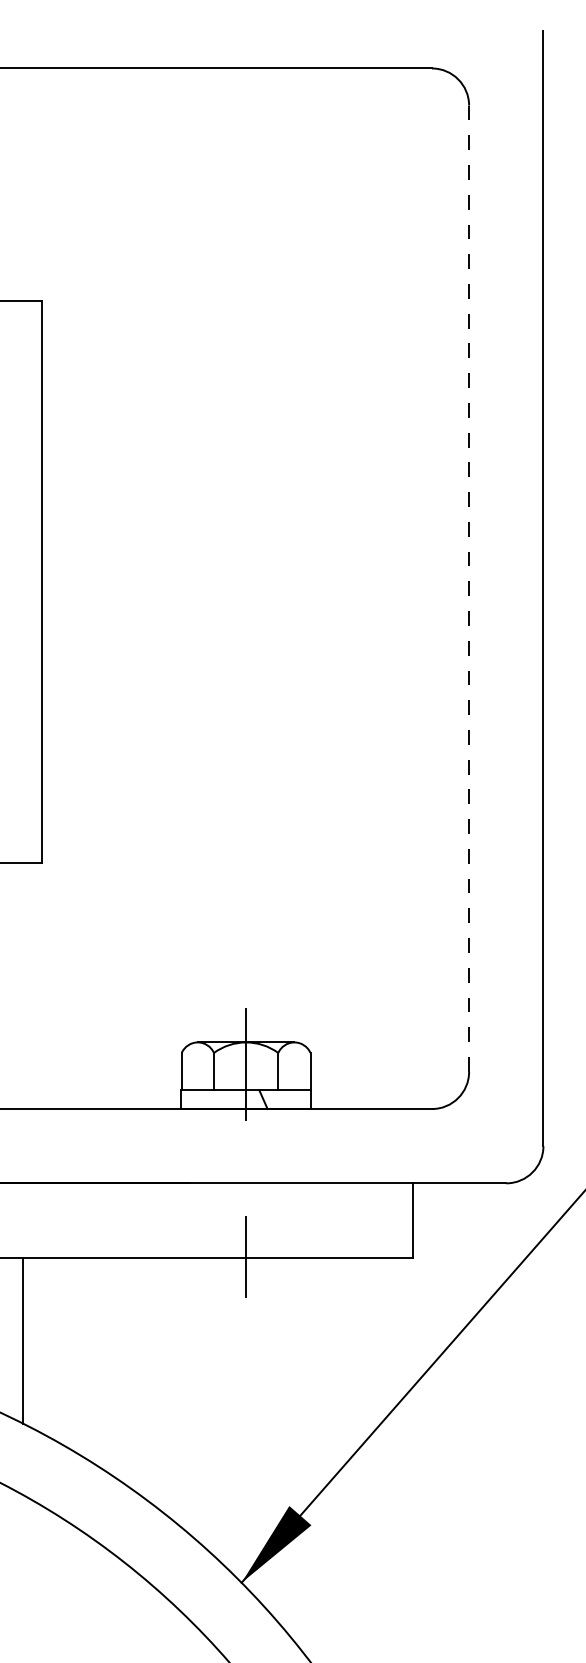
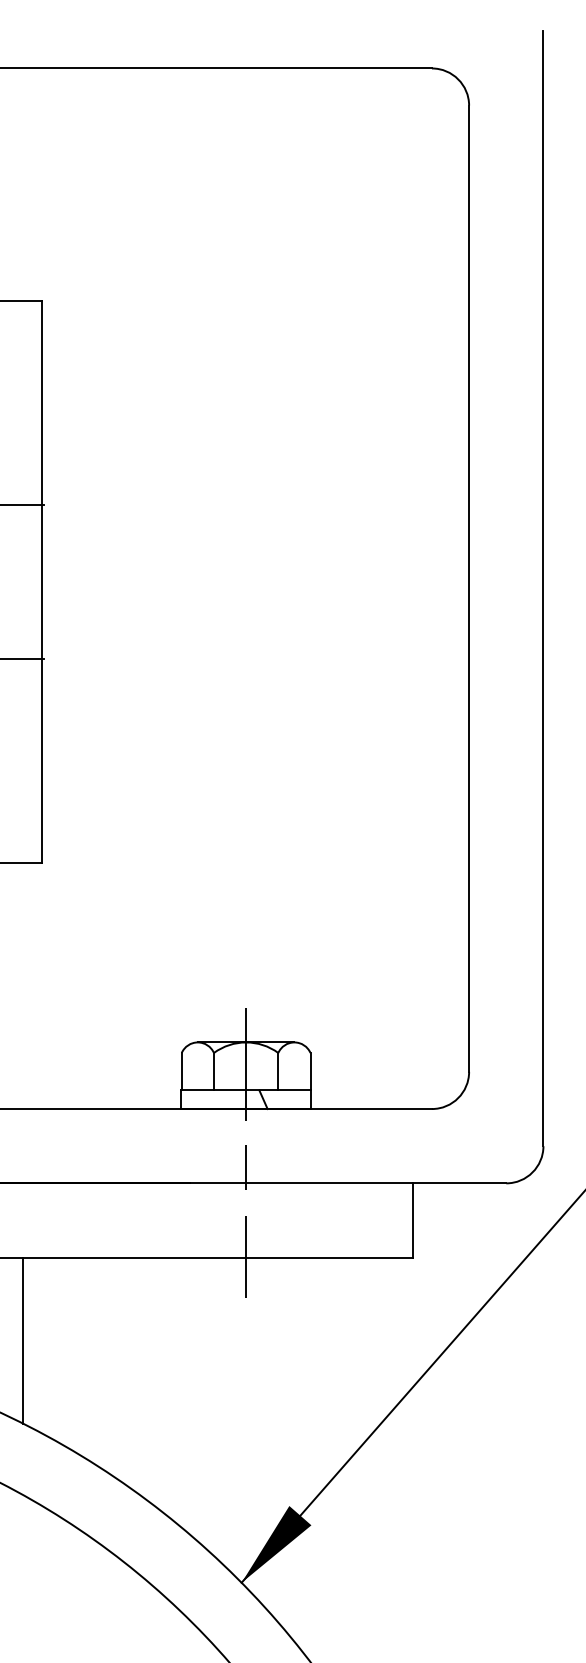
line at (22, 505): none -> present
line at (469, 589): dashed -> solid
line at (22, 658): none -> present
line at (246, 1167): none -> present
